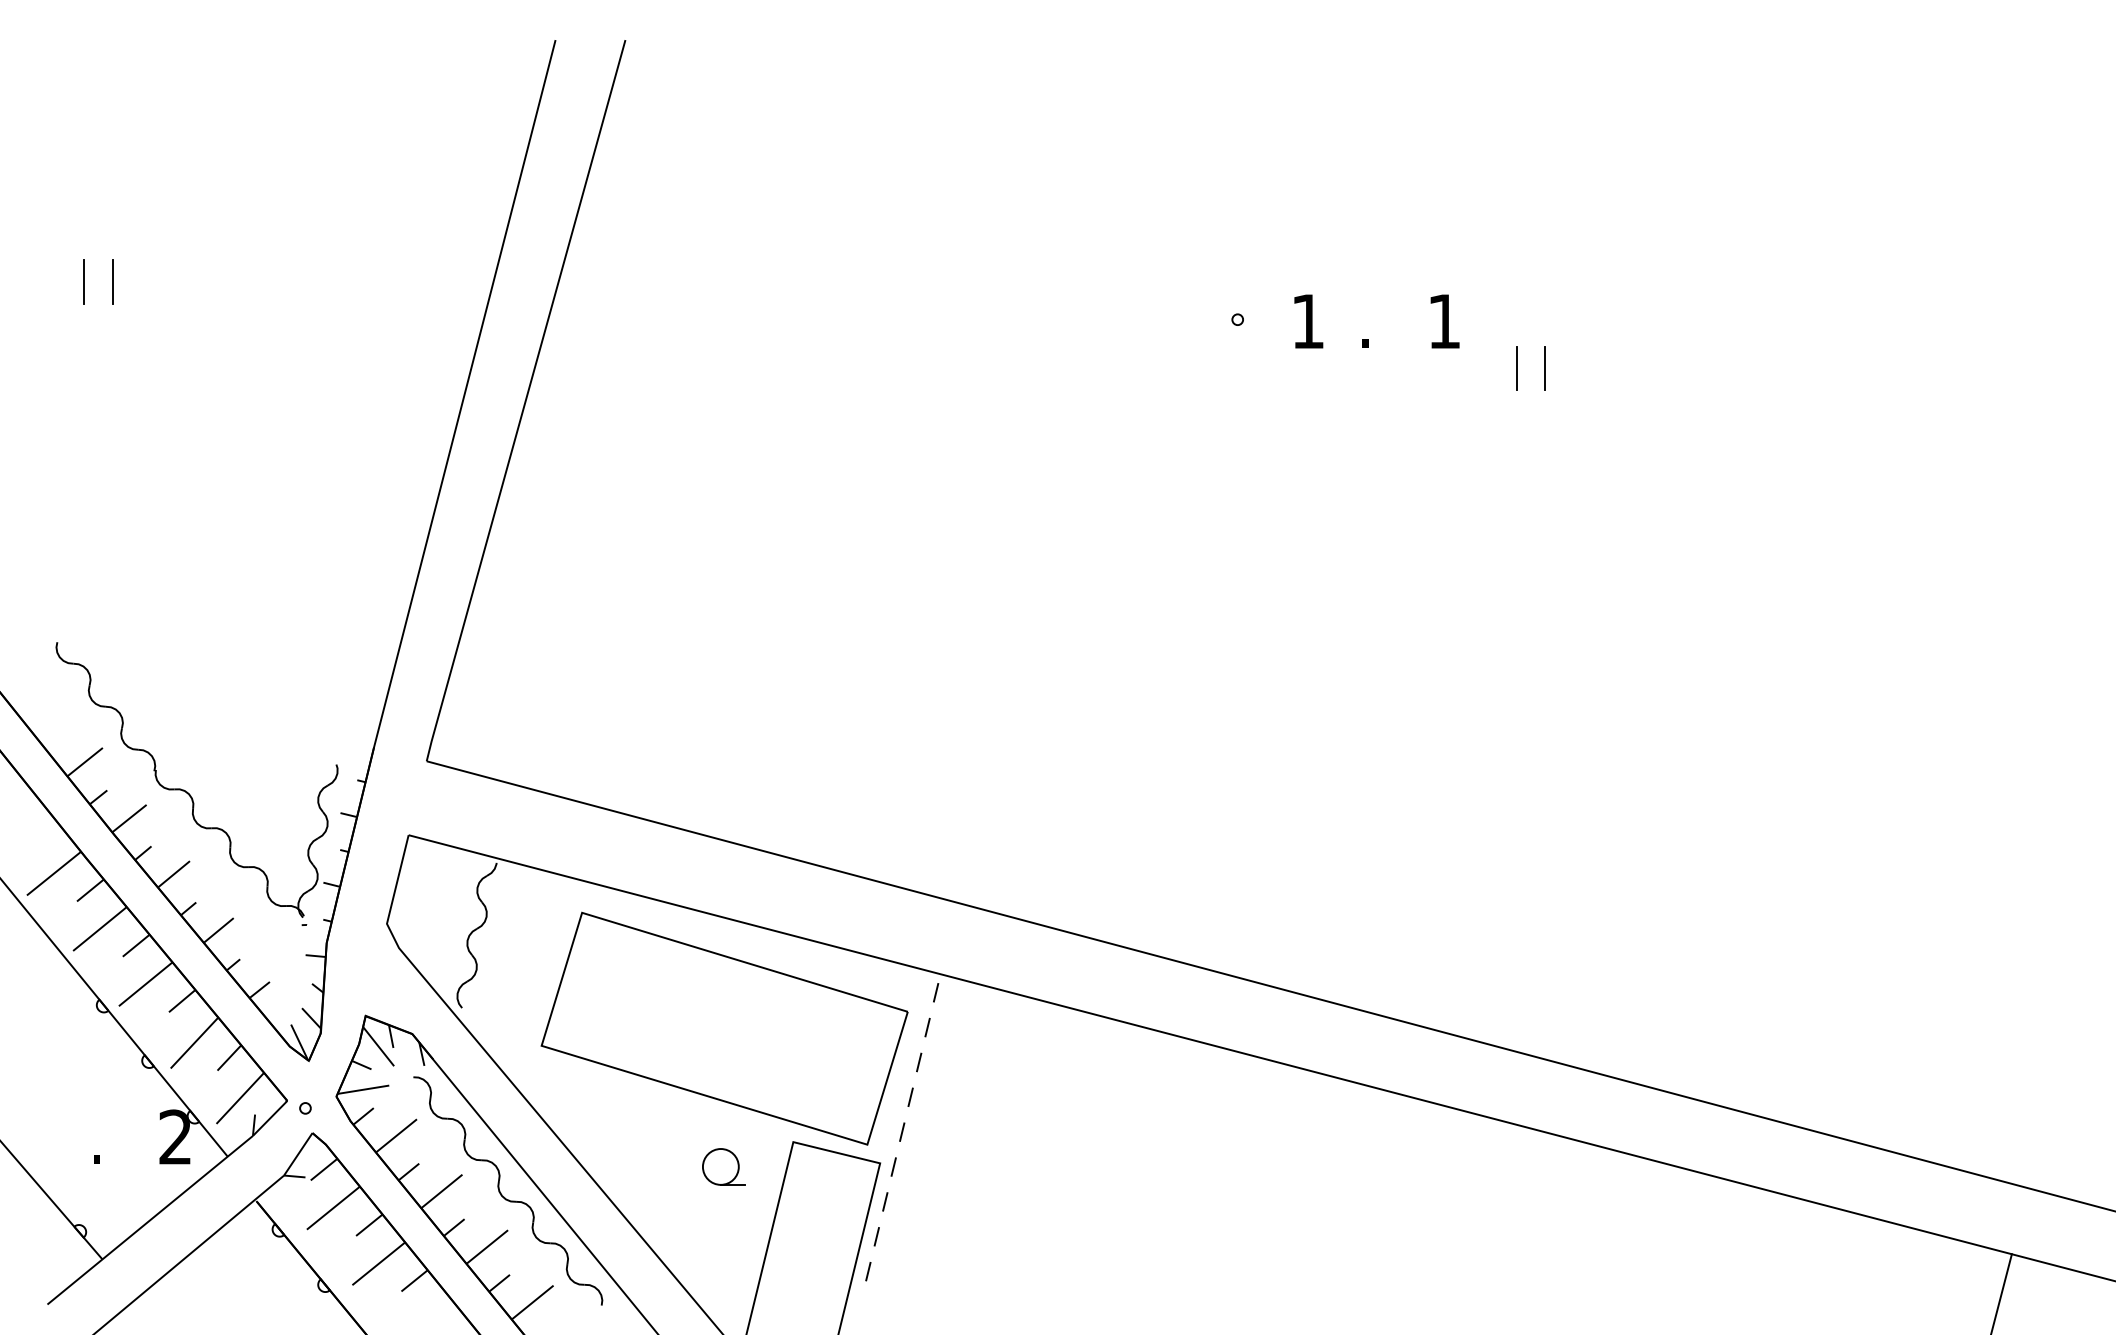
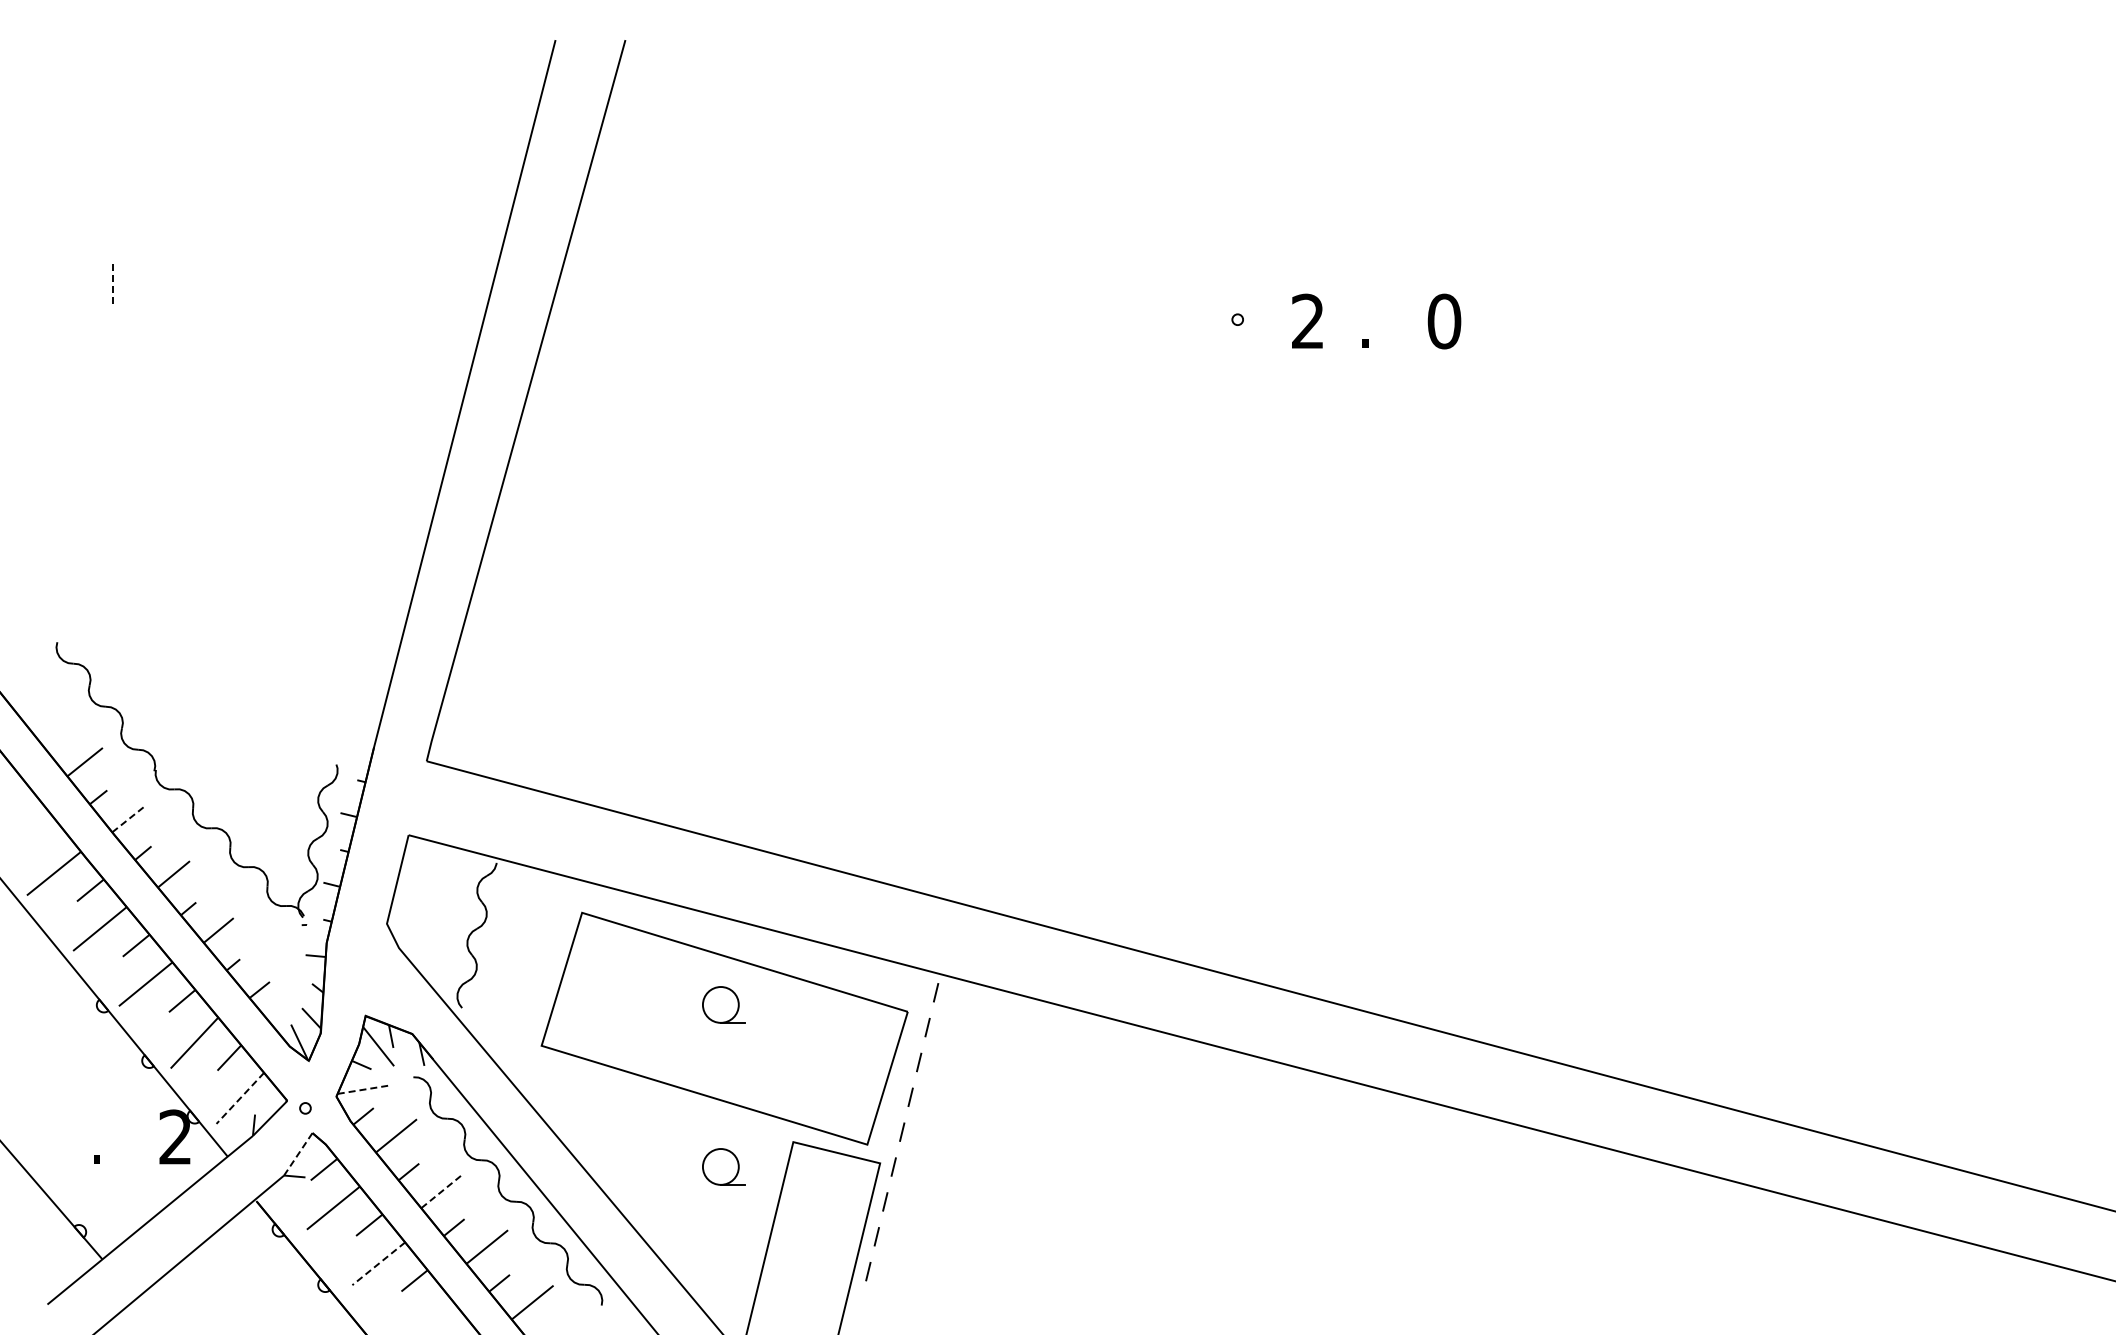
line at (84, 281): present -> none
line at (113, 282): solid -> dashed
text at (1307, 320): 1 -> 2
text at (1444, 321): 1 -> 0
line at (1516, 367): present -> none
line at (1545, 367): present -> none
line at (129, 818): solid -> dashed
part at (723, 1004): none -> present
line at (364, 1089): solid -> dashed
line at (240, 1098): solid -> dashed
line at (298, 1154): solid -> dashed
line at (442, 1191): solid -> dashed
line at (378, 1263): solid -> dashed
line at (2001, 1292): present -> none
